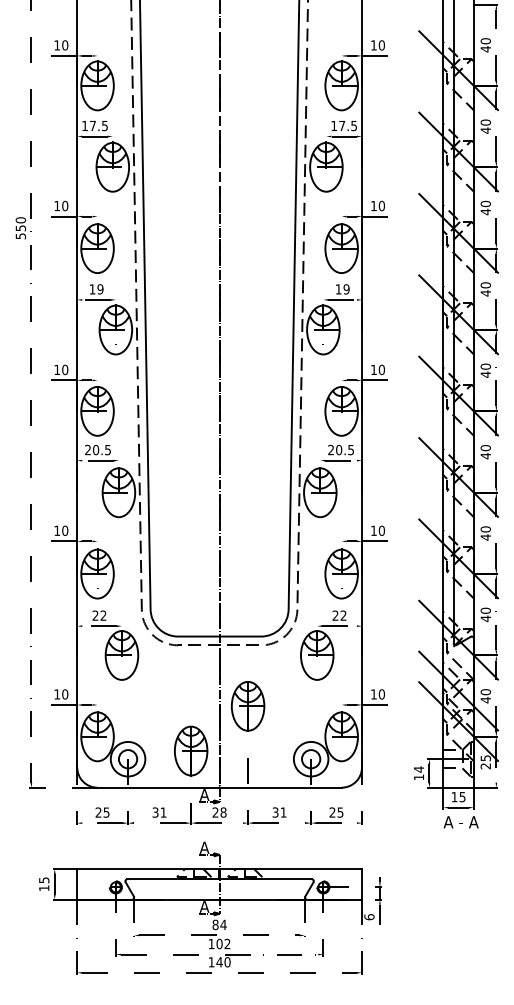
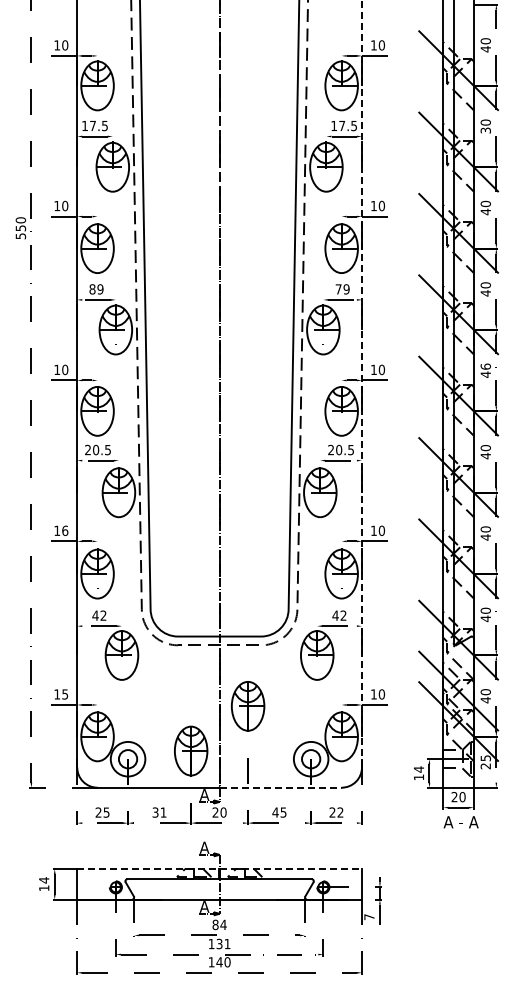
text at (485, 130): 40 -> 30
text at (92, 289): 19 -> 89
text at (338, 289): 19 -> 79
text at (485, 366): 40 -> 46
line at (362, 383): solid -> dashed
text at (65, 530): 10 -> 16
text at (95, 615): 22 -> 42
text at (335, 615): 22 -> 42
text at (65, 694): 10 -> 15
line at (280, 787): solid -> dashed
text at (458, 797): 15 -> 20
text at (223, 812): 28 -> 20
text at (279, 812): 31 -> 45
text at (340, 812): 25 -> 22
line at (220, 869): solid -> dashed
text at (44, 880): 15 -> 14
text at (369, 917): 6 -> 7
text at (223, 943): 102 -> 131
